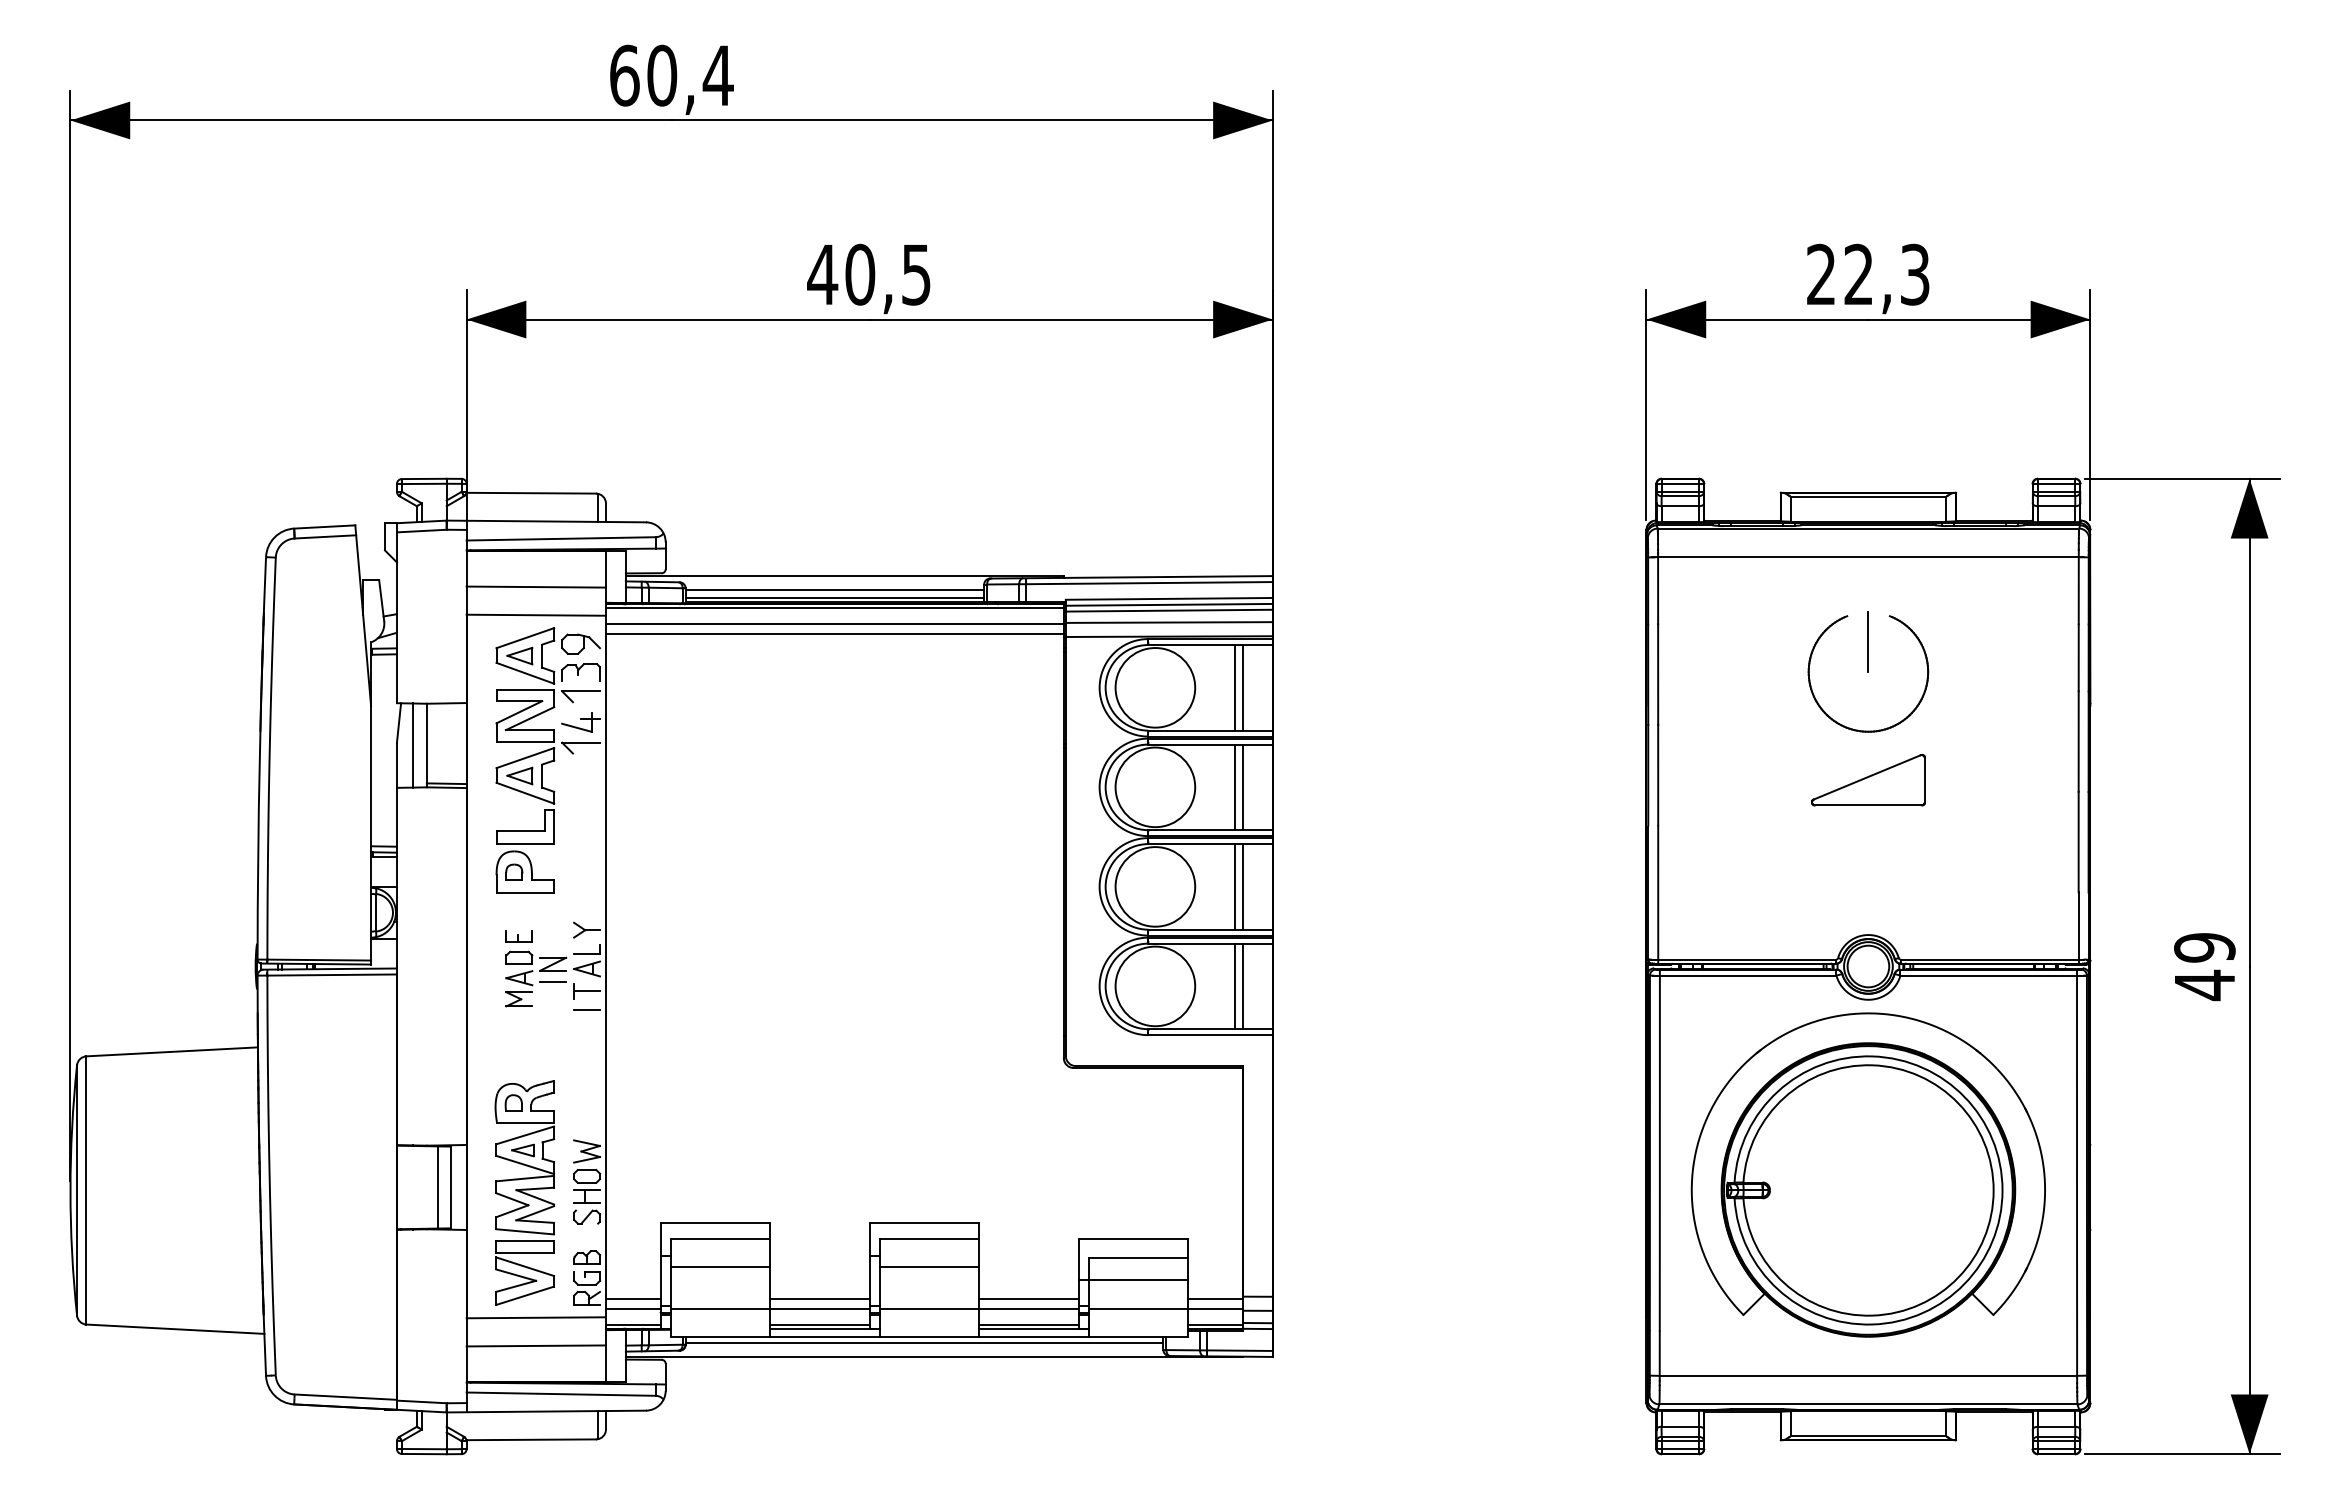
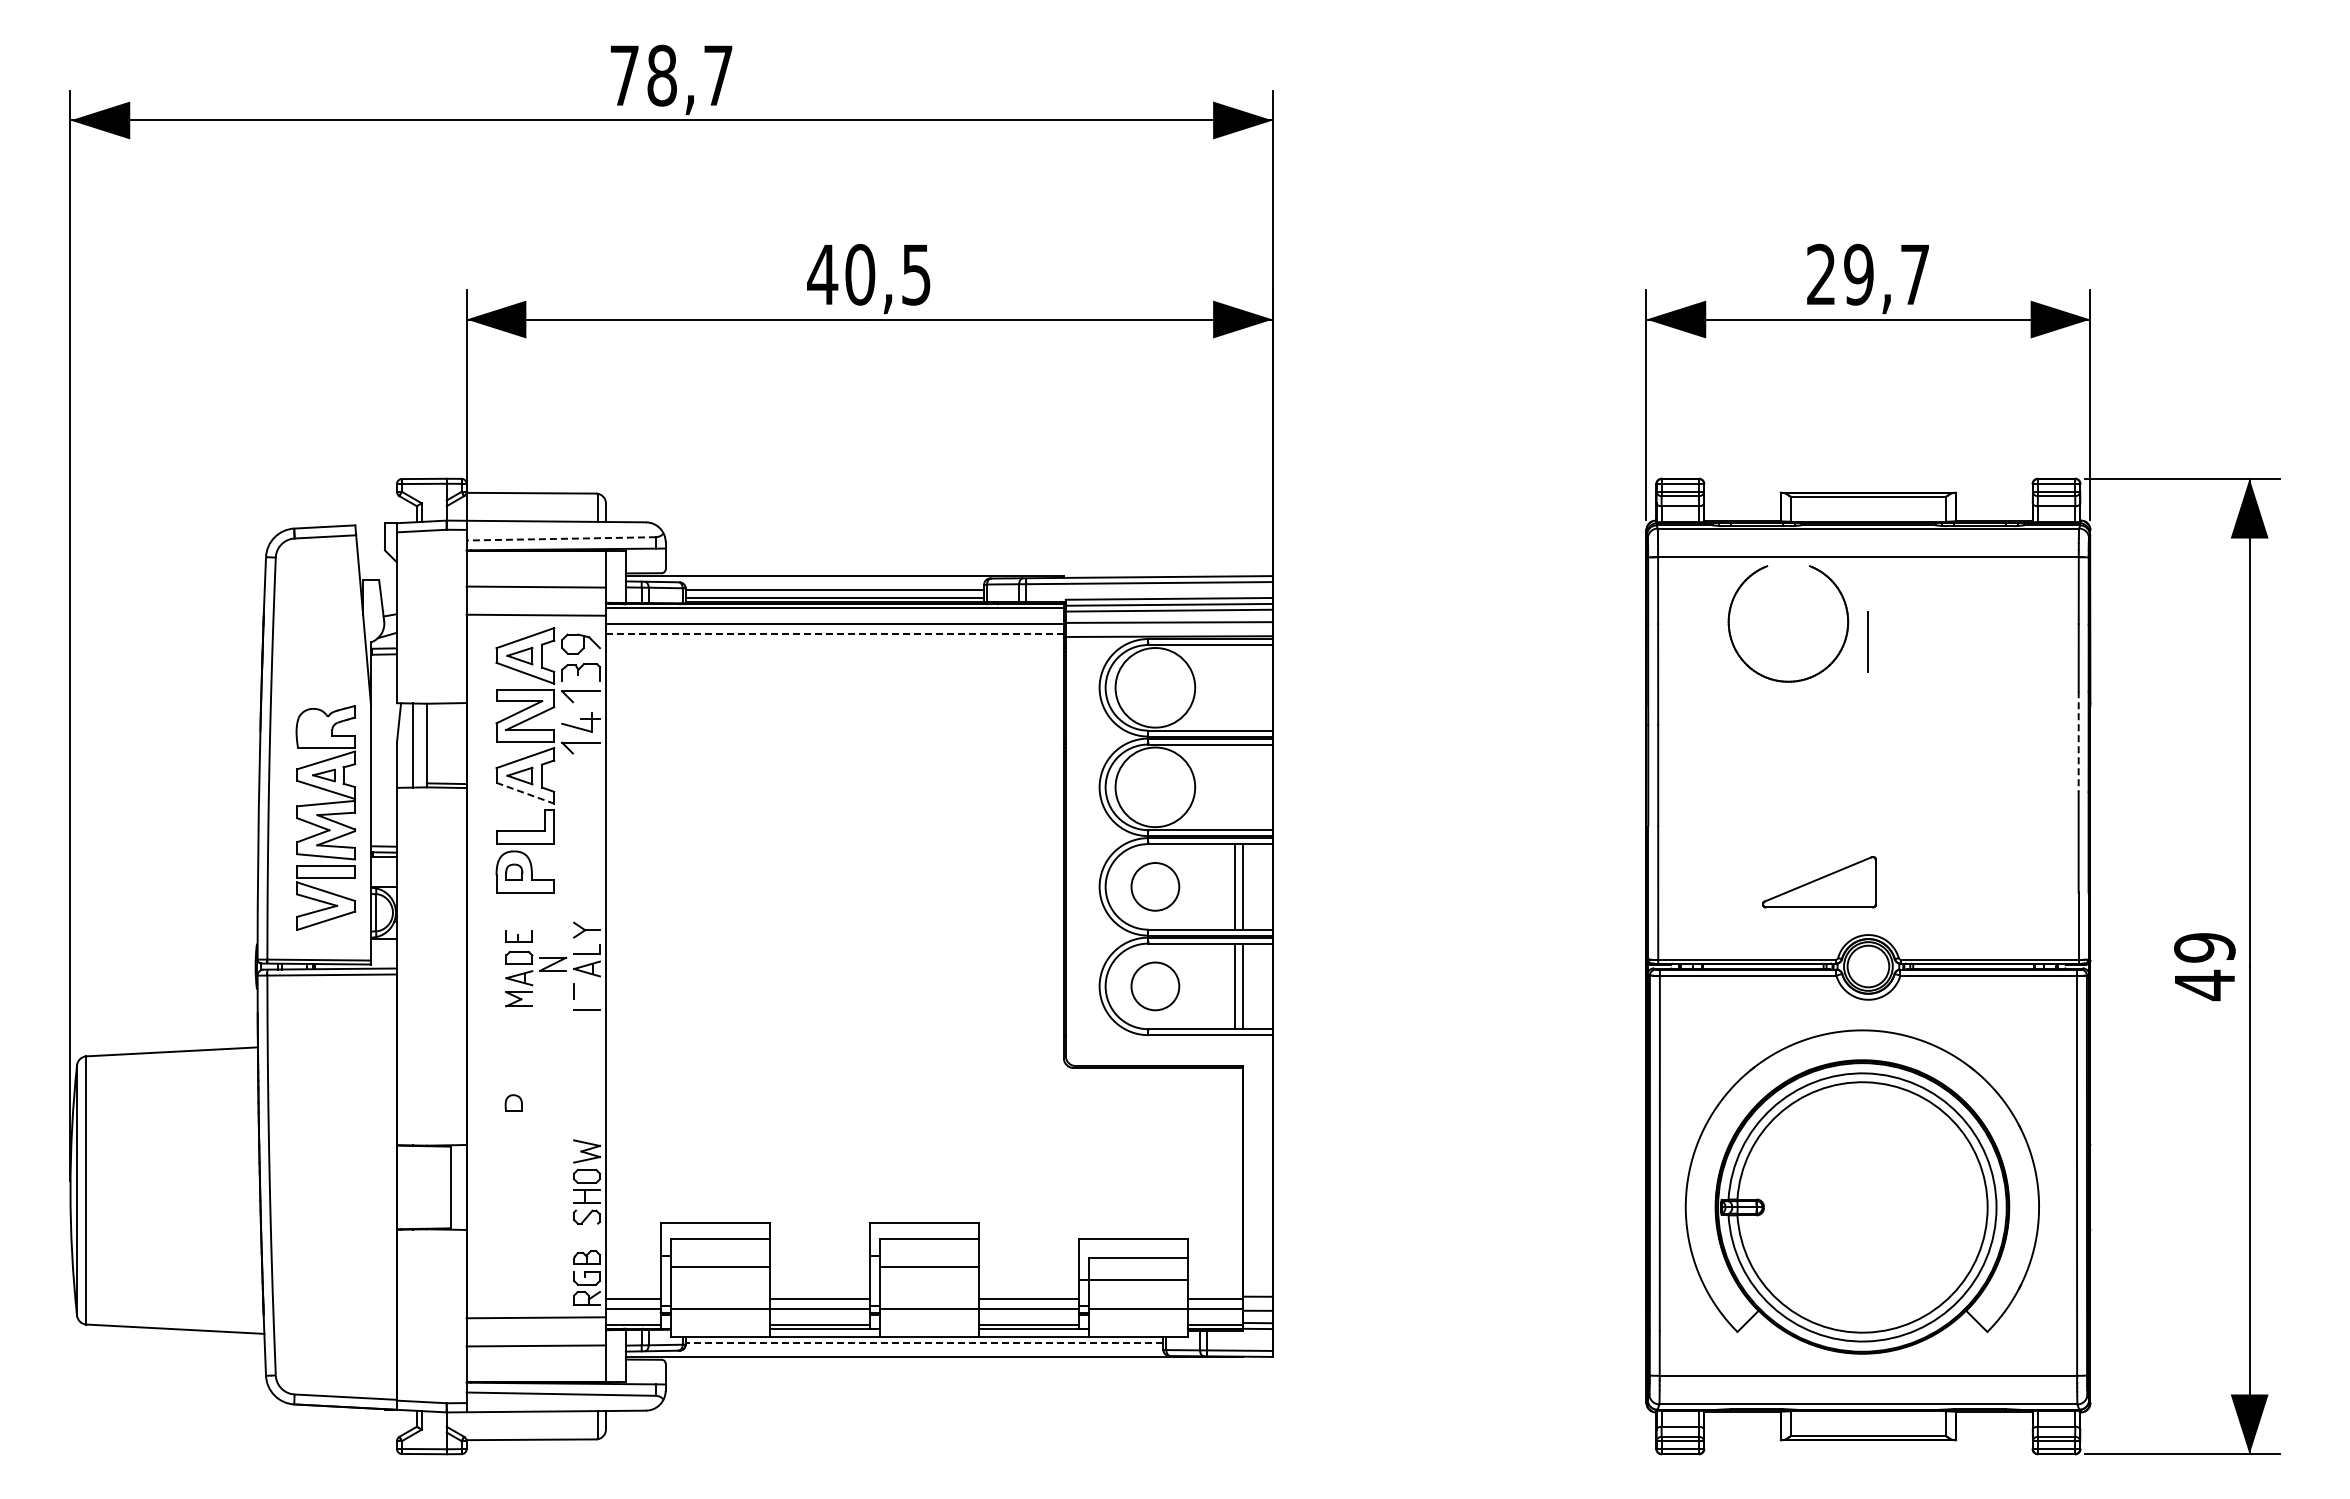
text at (671, 75): 60,4 -> 78,7
text at (1886, 274): 22,3 -> 29,7
line at (561, 538): solid -> dashed
line at (834, 633): solid -> dashed
line at (1235, 687): present -> none
line at (1242, 687): present -> none
part at (1868, 730) position: (1868, 730) -> (1788, 680)
line at (2078, 742): solid -> dashed
part at (1868, 780) position: (1868, 780) -> (1819, 882)
line at (1235, 787): present -> none
line at (1242, 787): present -> none
line at (525, 793): solid -> dashed
circle at (1155, 886) diameter: 80 px -> 48 px
line at (553, 982): present -> none
circle at (1155, 986) diameter: 80 px -> 48 px
line at (586, 991): present -> none
part at (1867, 1174) position: (1867, 1174) -> (1861, 1191)
line at (438, 1187): present -> none
part at (524, 1192) position: (524, 1192) -> (325, 817)
line at (924, 1342): solid -> dashed
